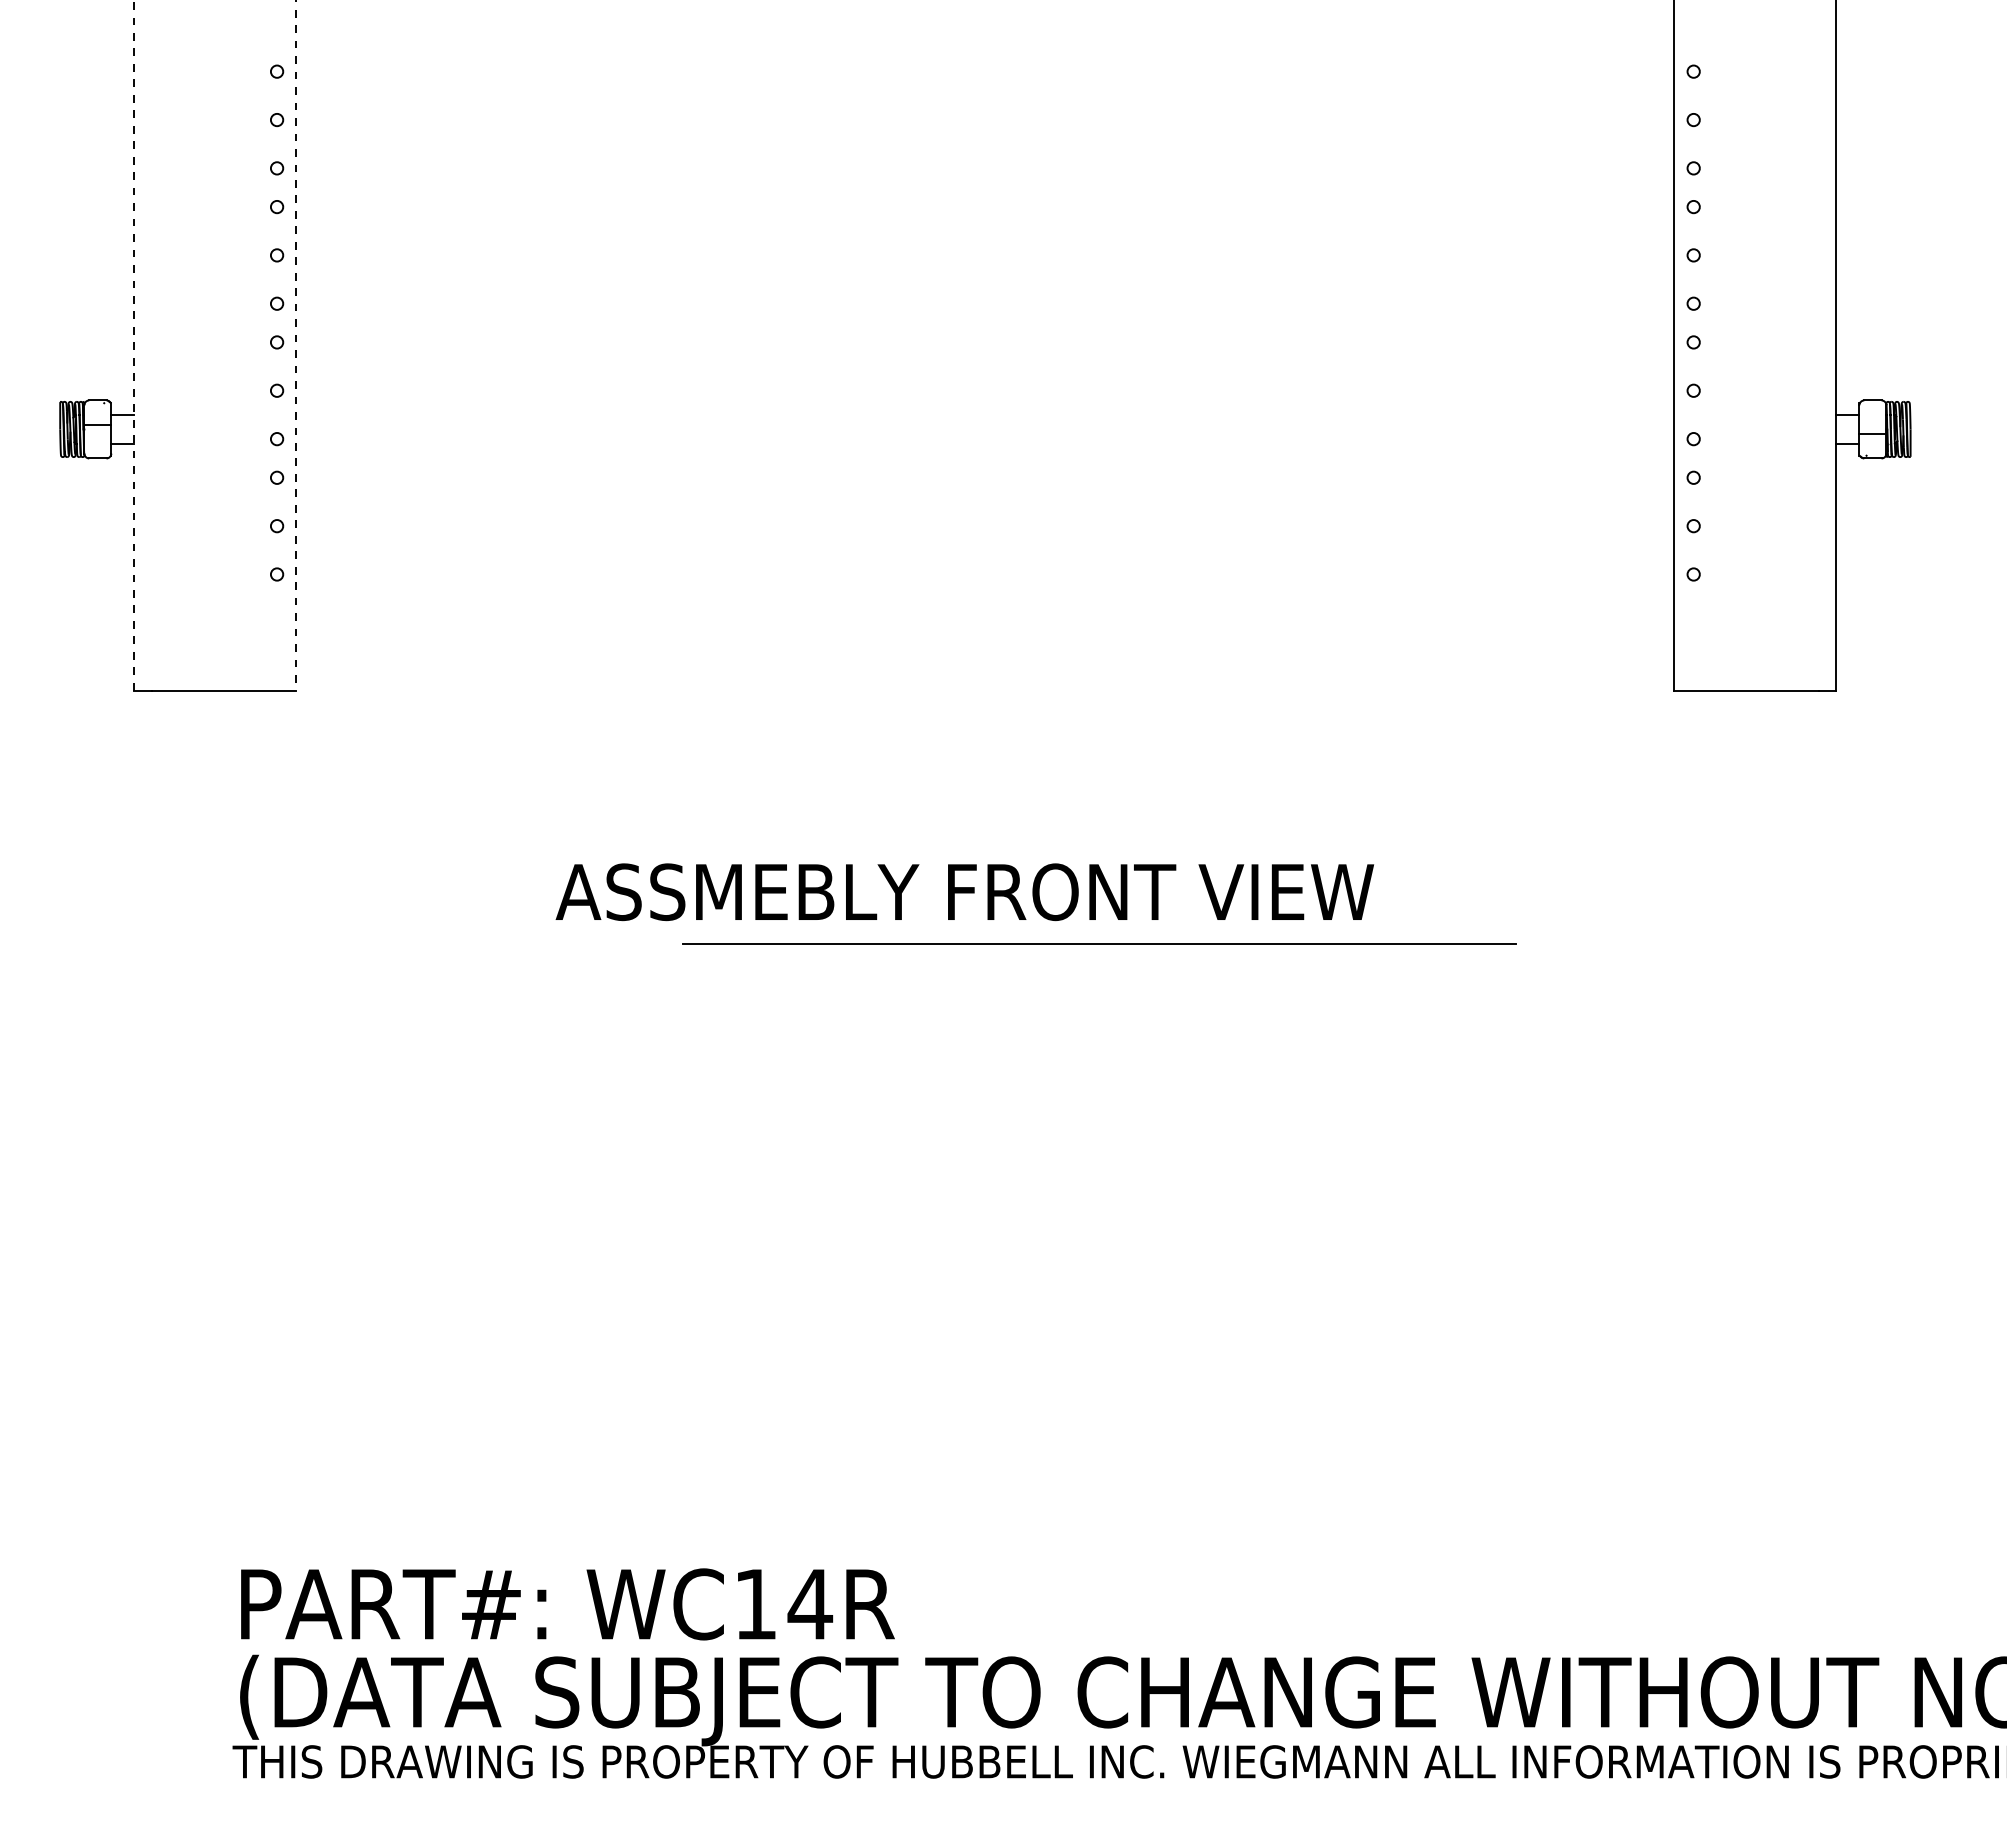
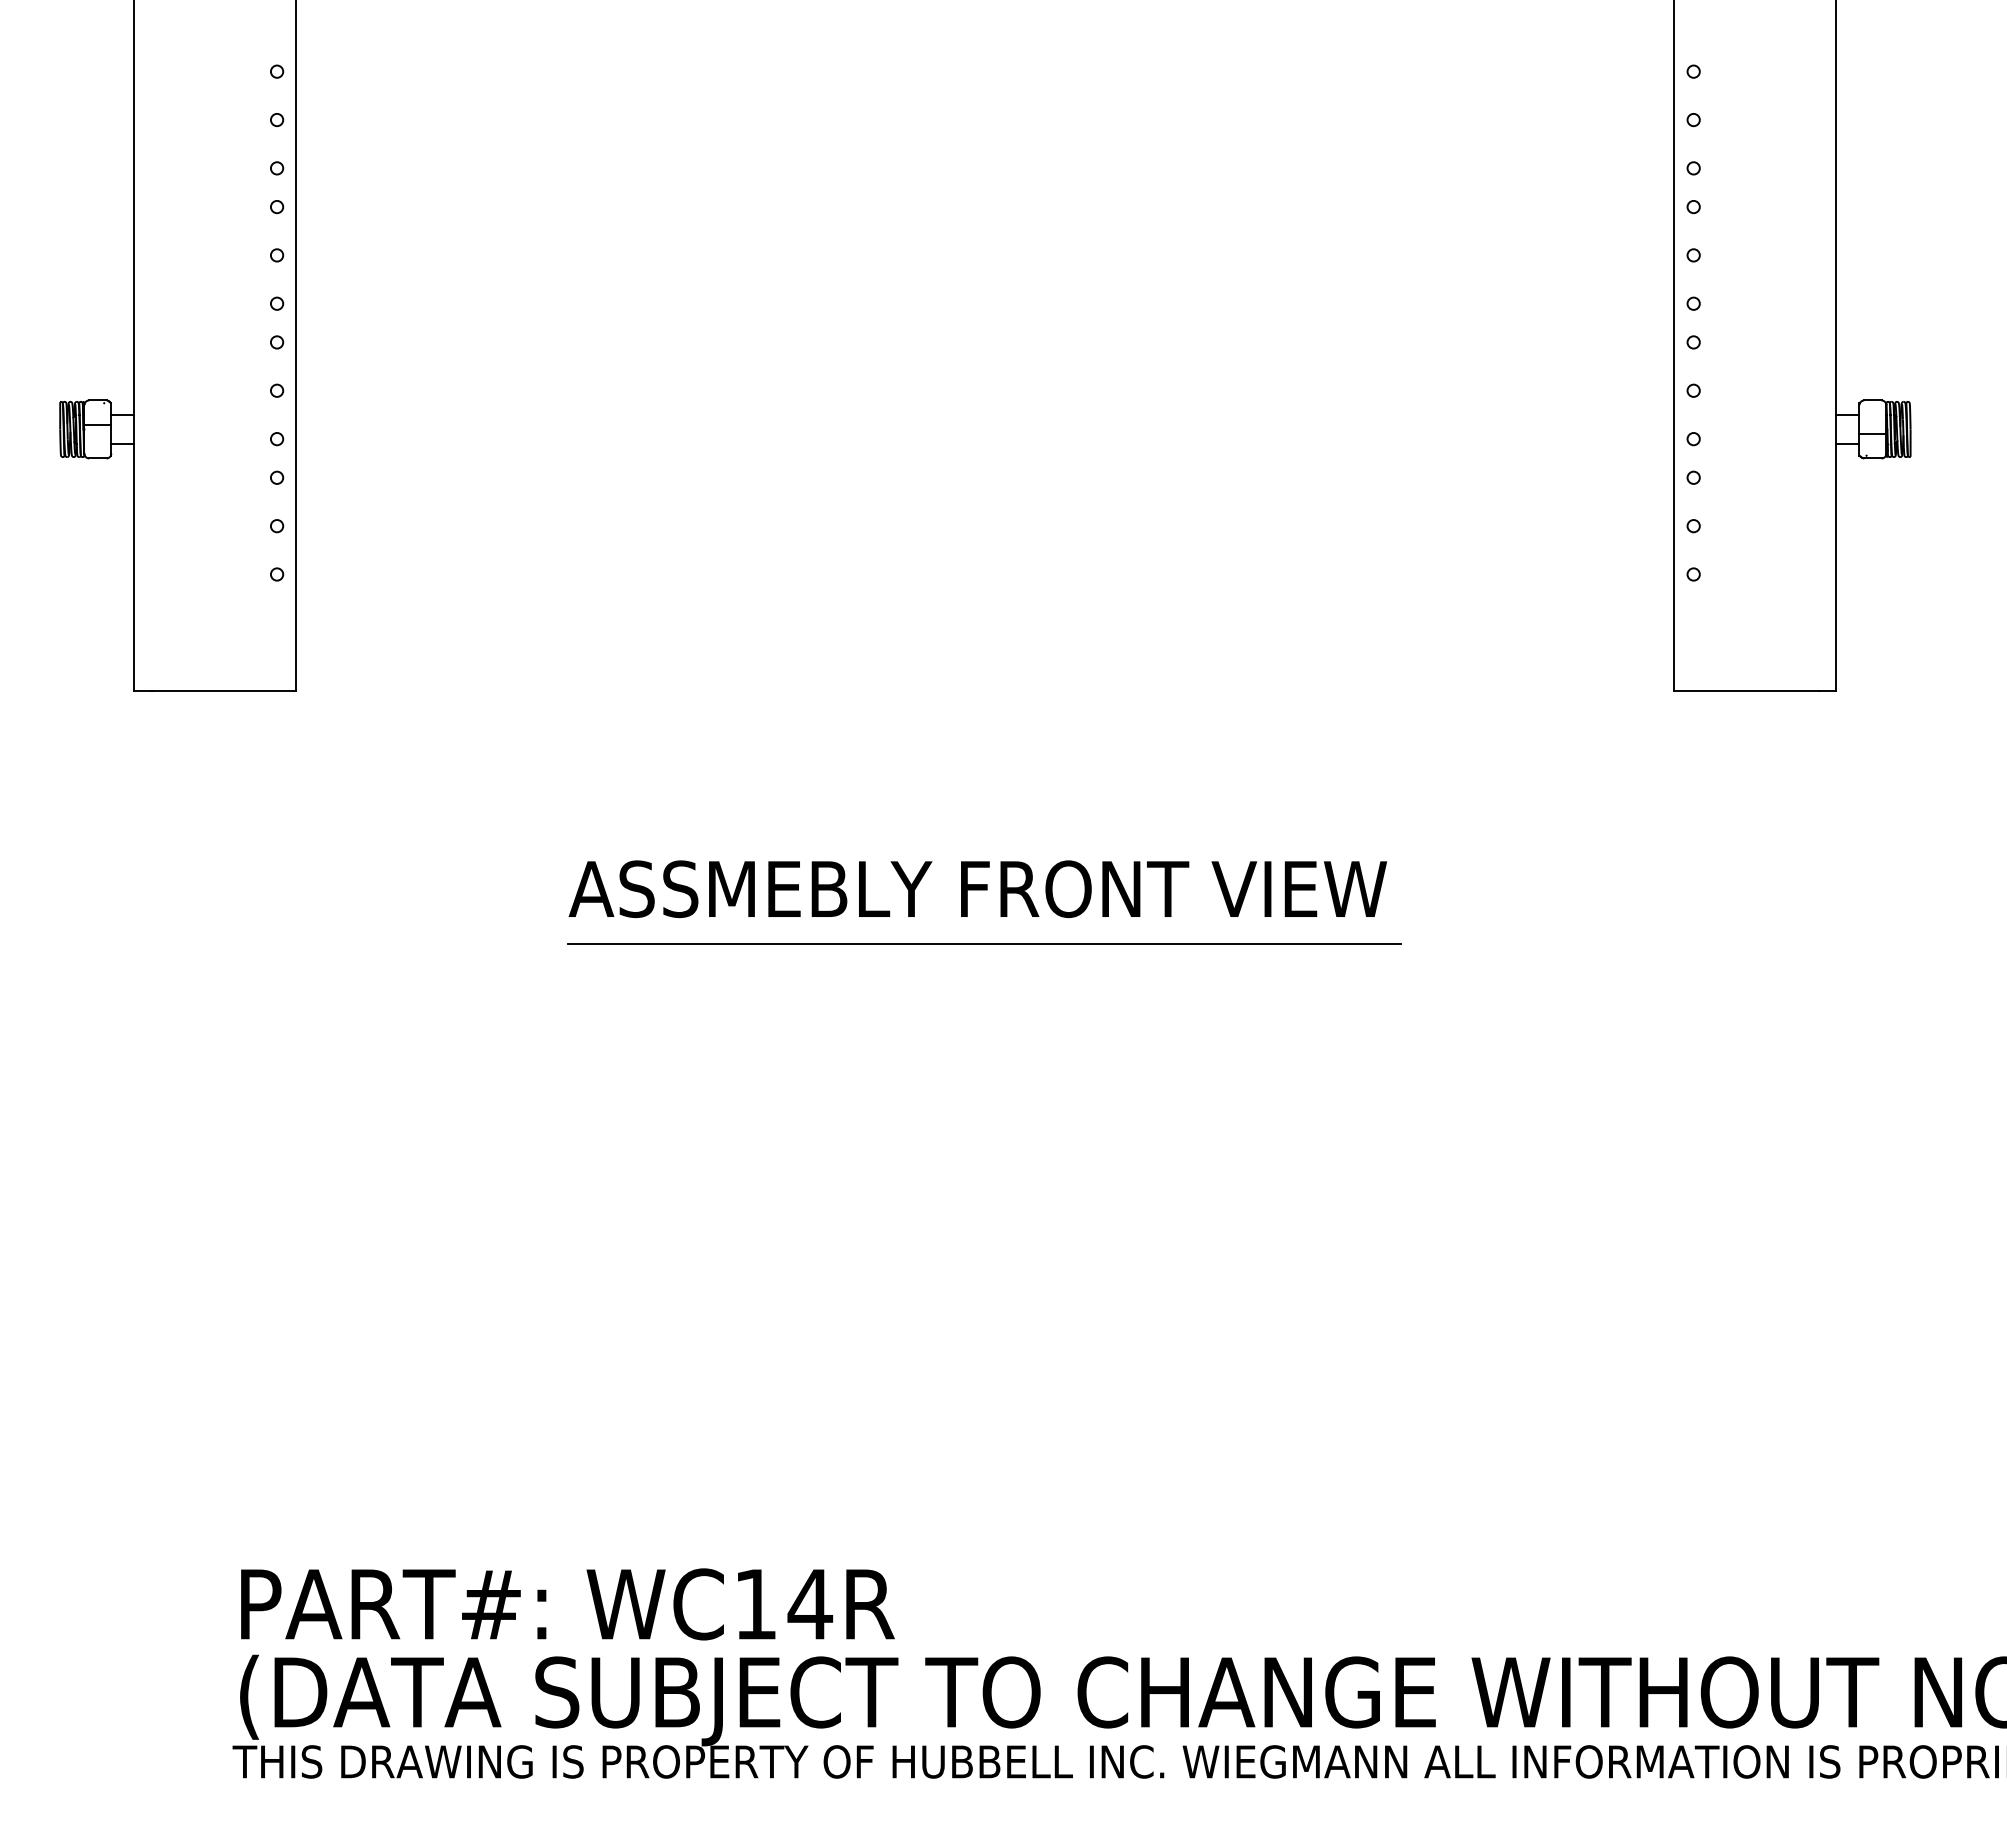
line at (134, 345): dashed -> solid
line at (296, 345): dashed -> solid
text at (964, 892) position: (964, 892) -> (977, 889)
line at (1099, 943) position: (1099, 943) -> (984, 943)
